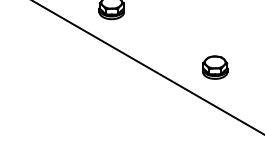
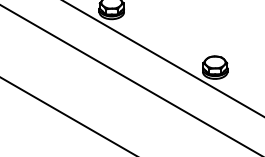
line at (147, 67) position: (147, 67) -> (163, 58)
line at (130, 79): none -> present
line at (67, 115): none -> present
